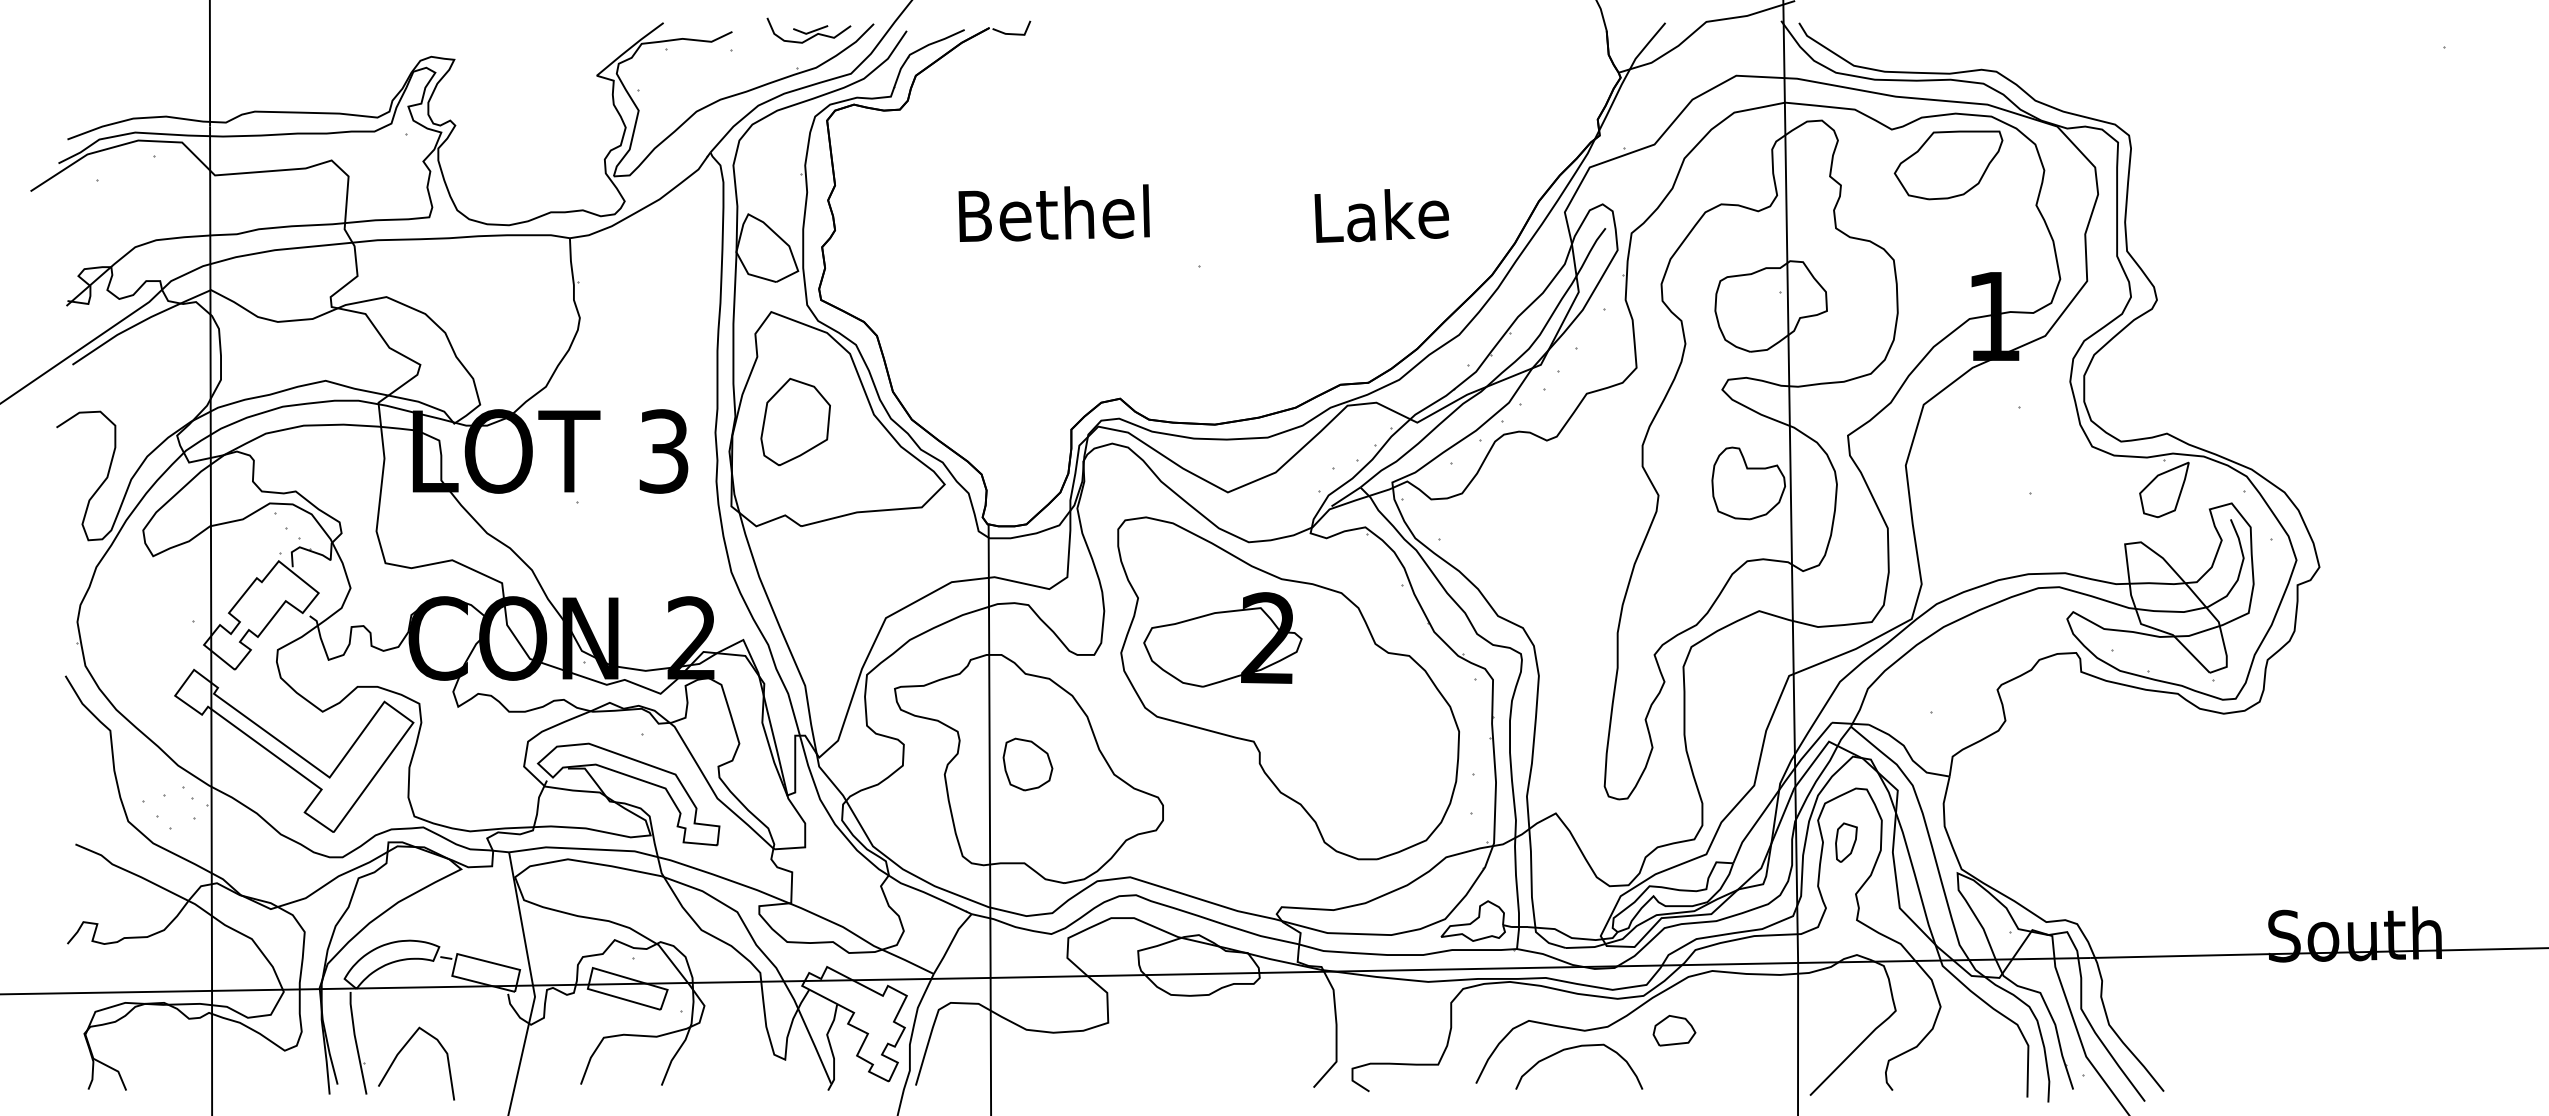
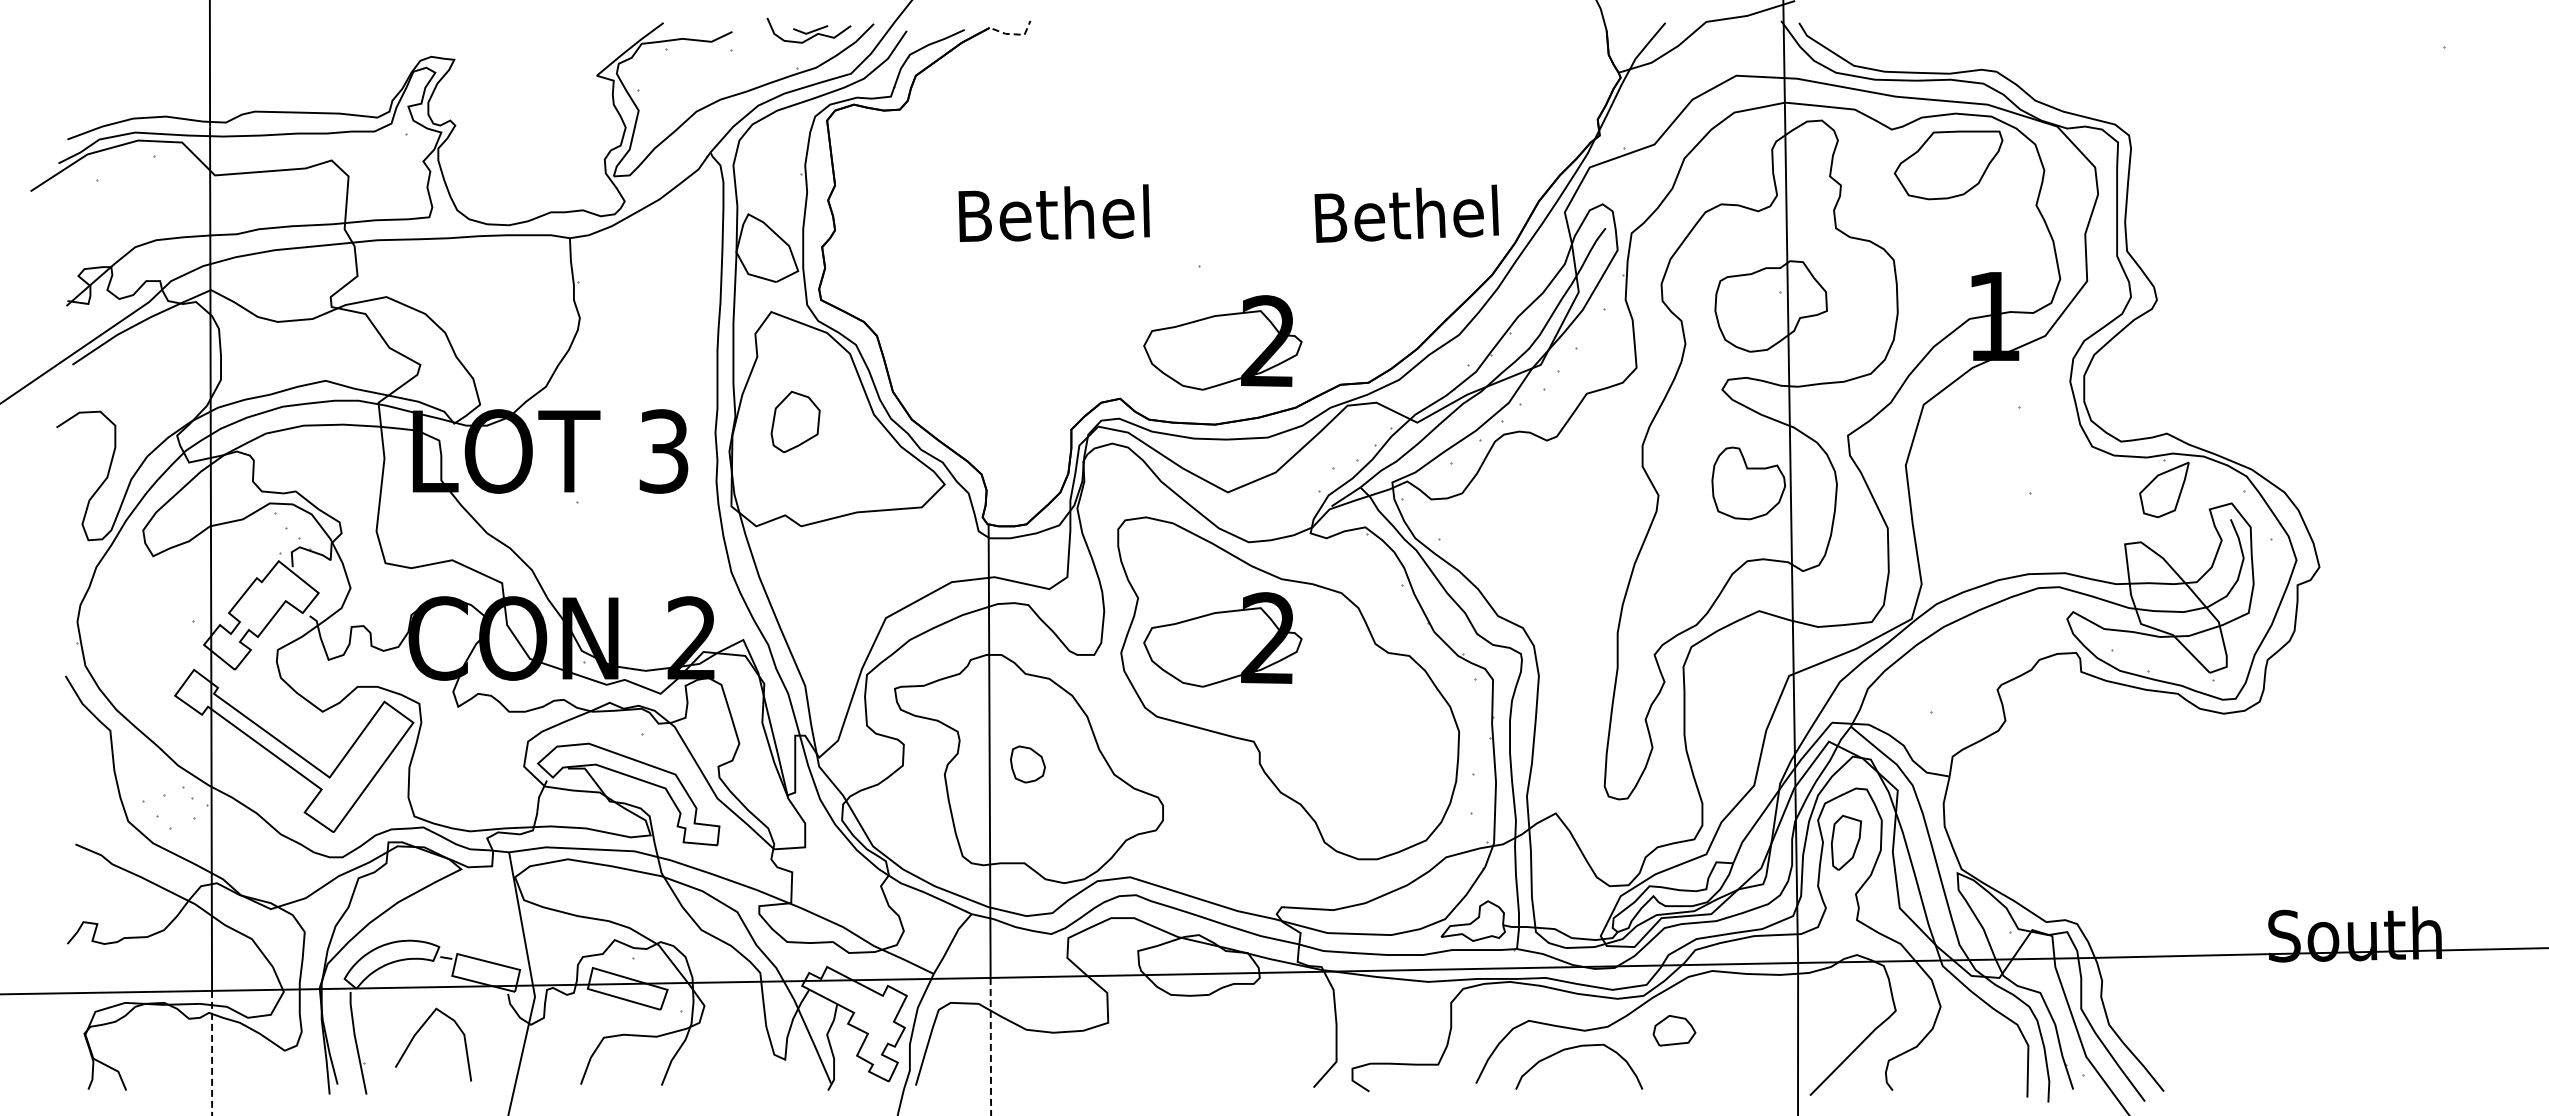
line at (1016, 34): solid -> dashed
text at (1409, 213): Lake -> Bethel
part at (1222, 342): none -> present
part at (795, 421) size: 71x90 px -> 51x64 px
part at (1027, 764) size: 52x55 px -> 36x39 px
part at (1846, 842) size: 23x41 px -> 31x56 px
line at (990, 1046): solid -> dashed
curve at (402, 1050) position: (402, 1050) -> (419, 1031)
line at (212, 1053): solid -> dashed
